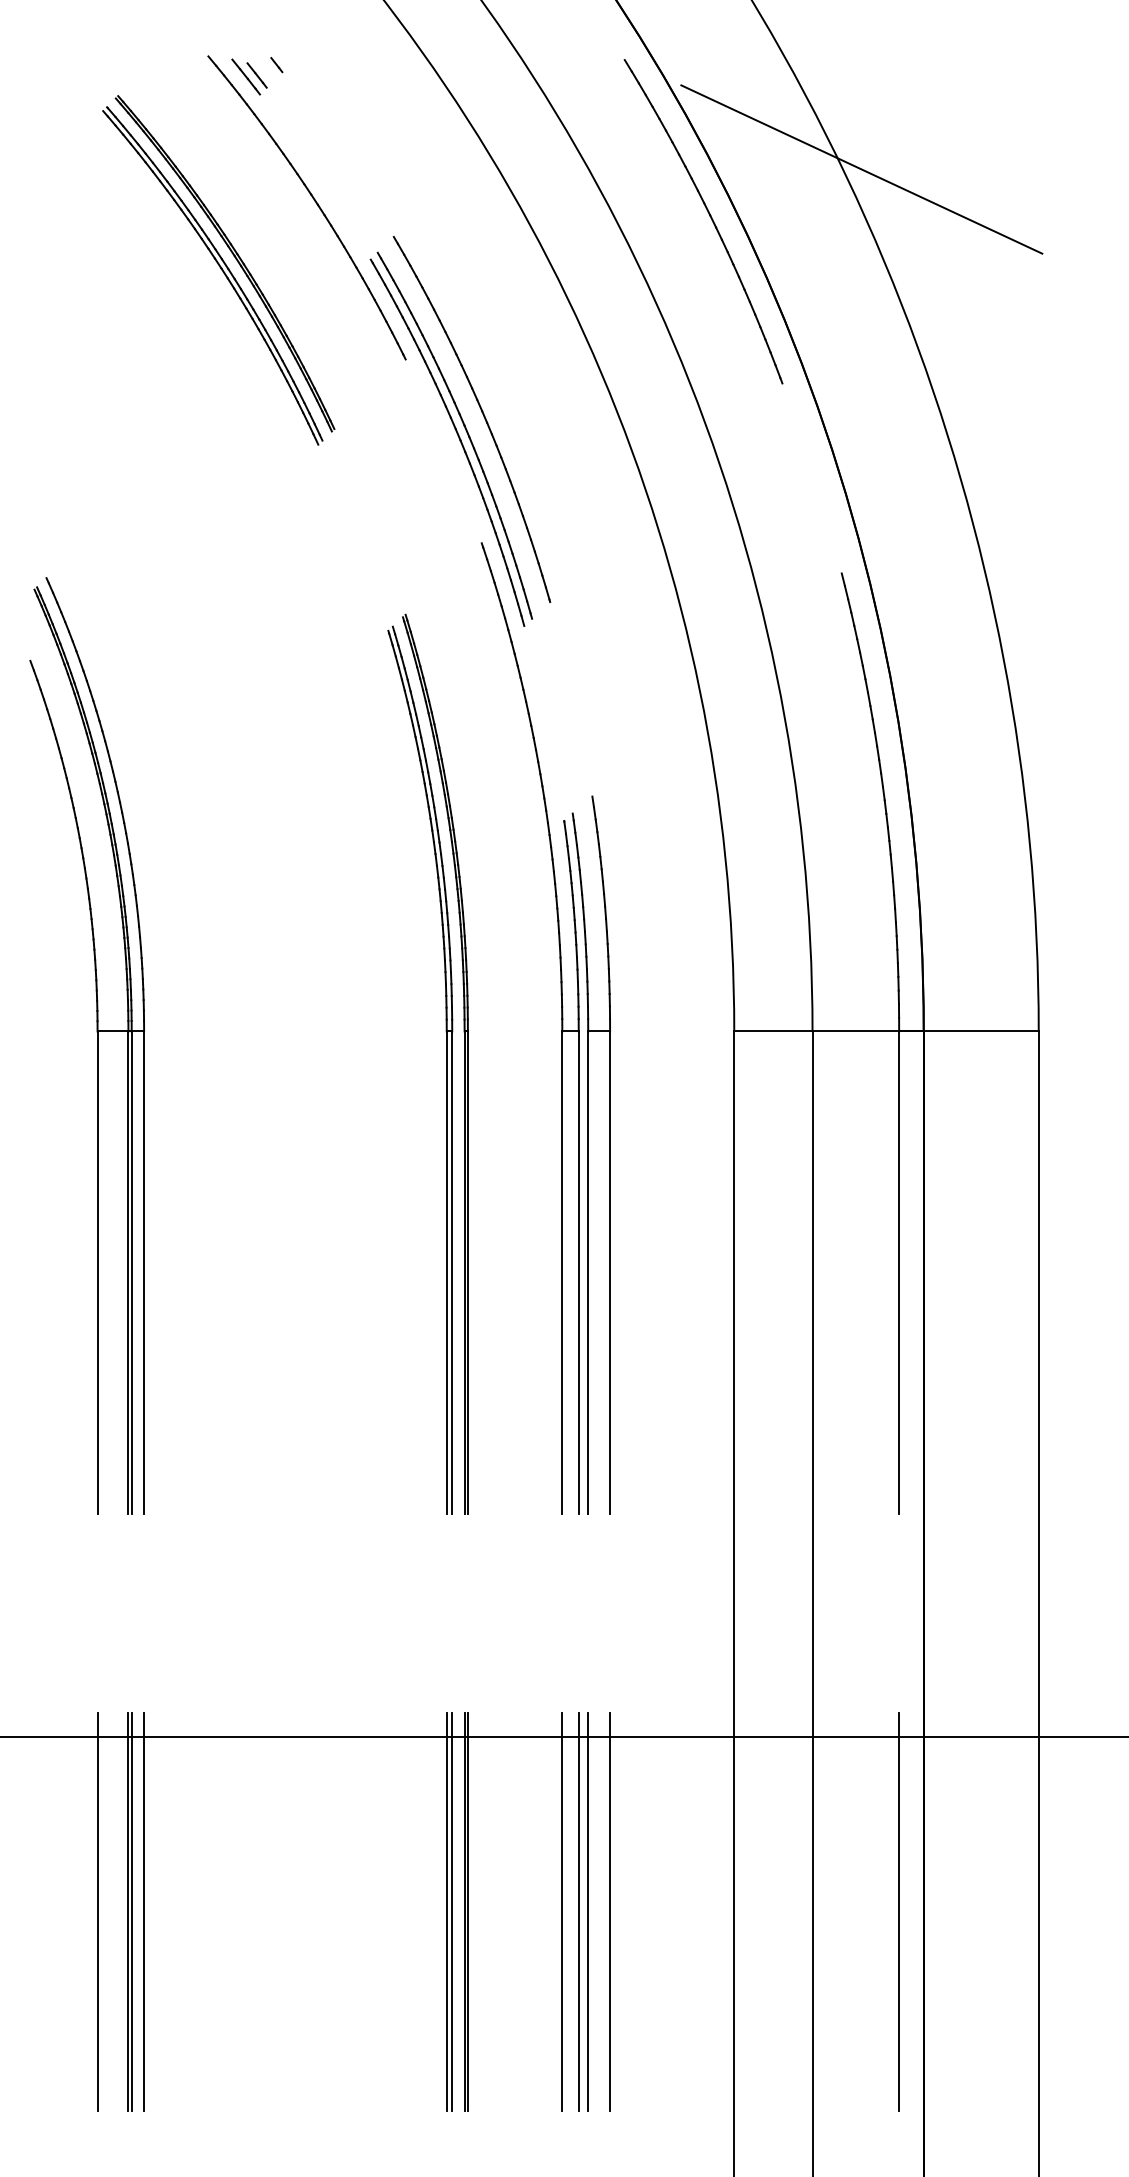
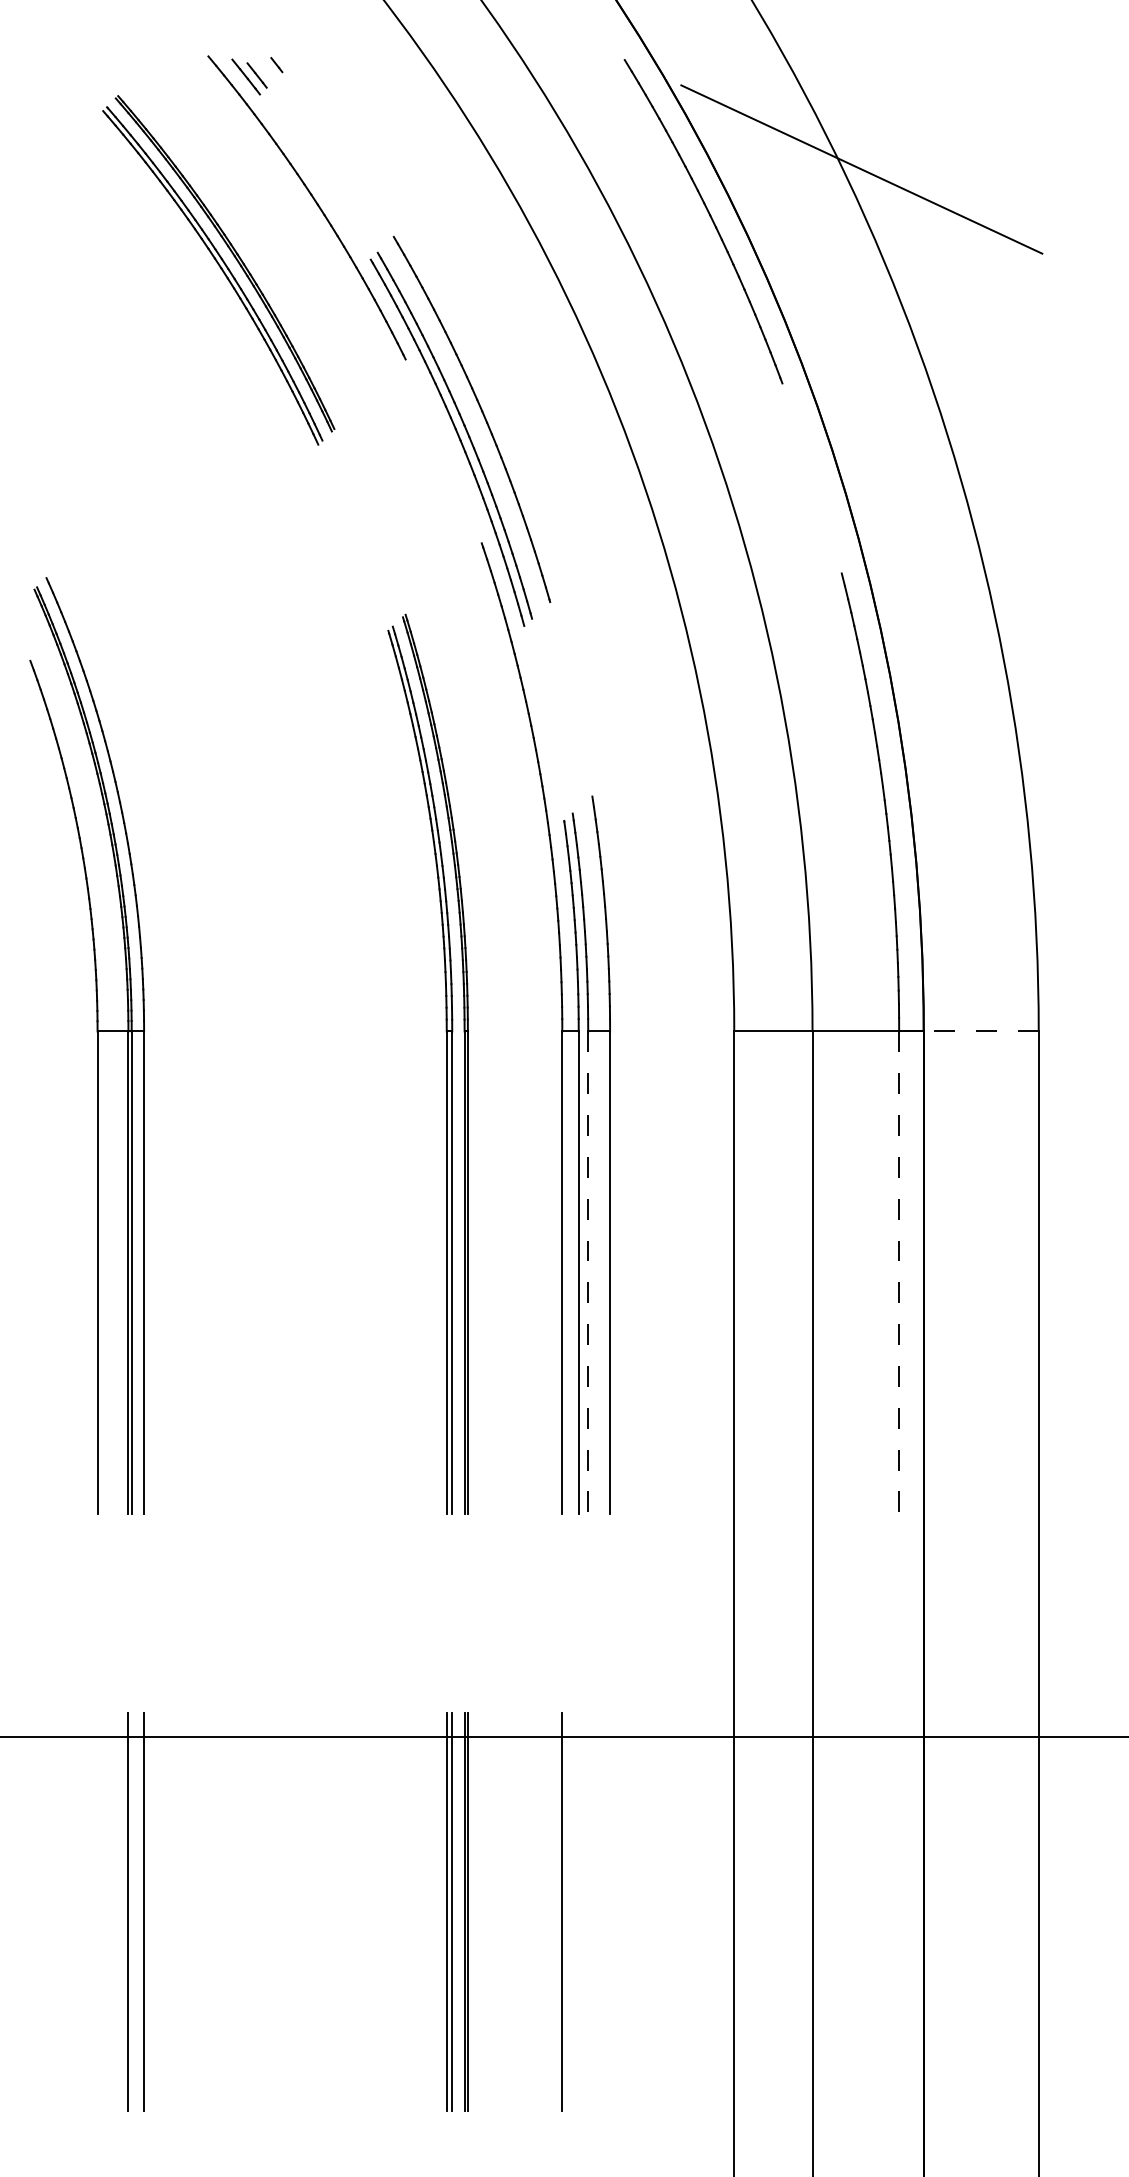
line at (980, 1031): solid -> dashed
line at (588, 1273): solid -> dashed
line at (899, 1273): solid -> dashed
line at (97, 1911): present -> none
line at (131, 1911): present -> none
line at (578, 1911): present -> none
line at (588, 1911): present -> none
line at (610, 1911): present -> none
line at (899, 1911): present -> none
